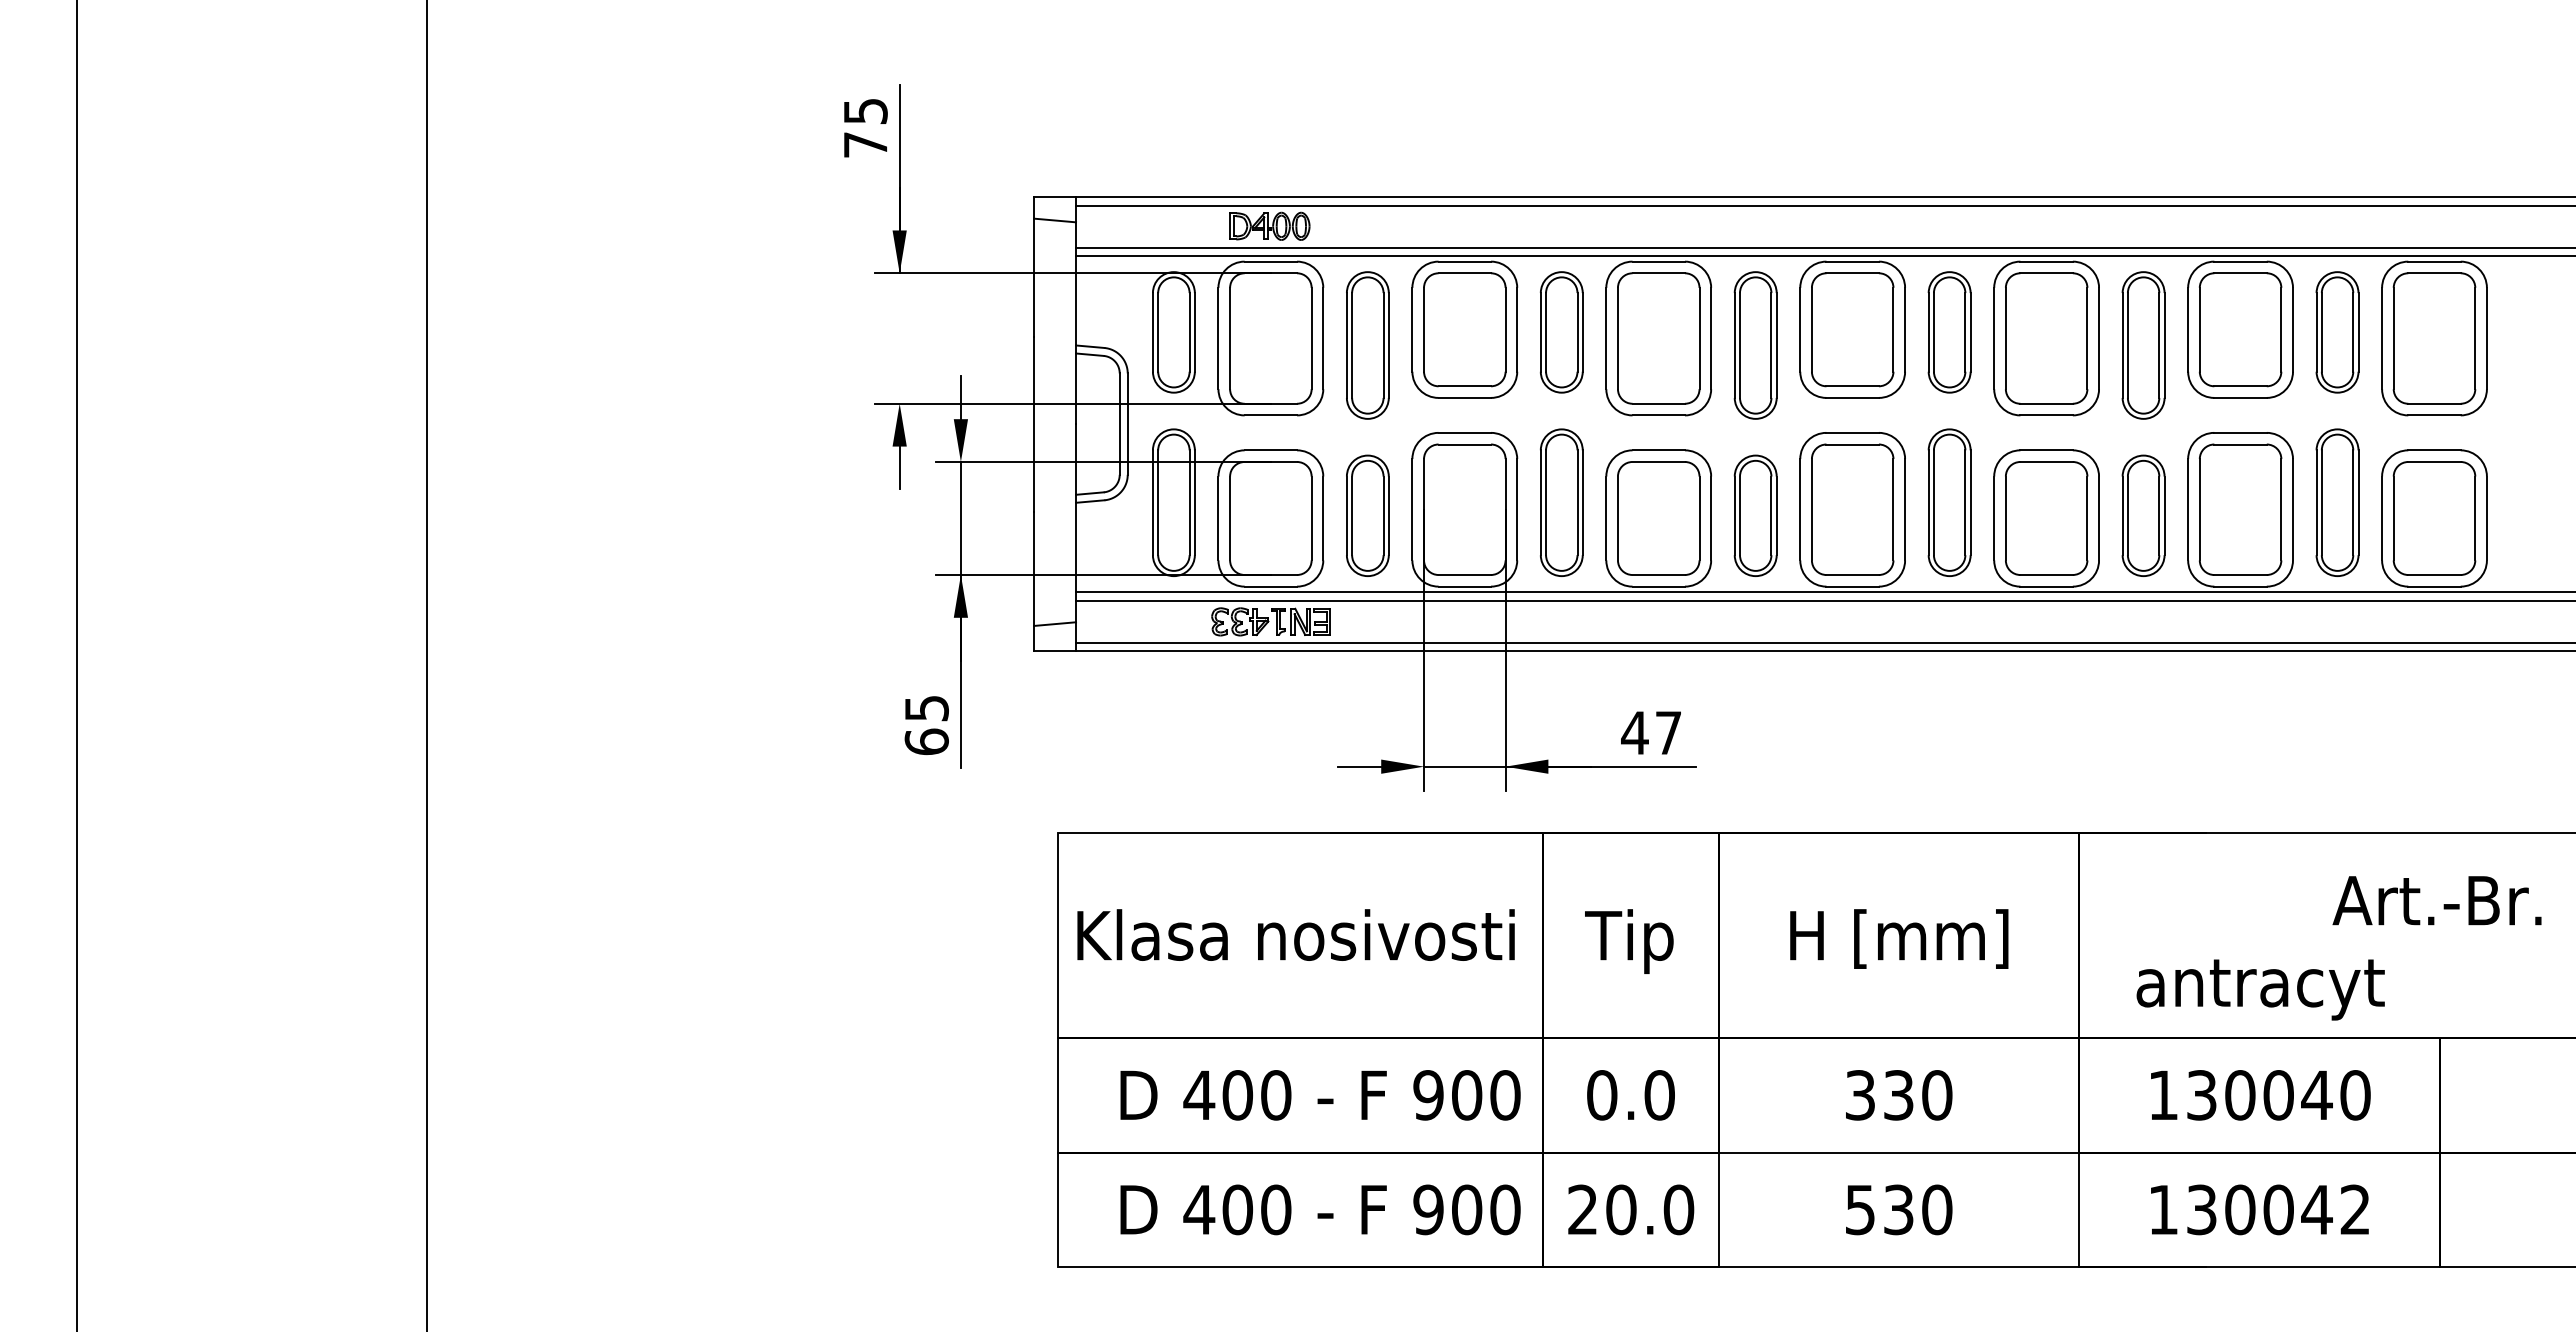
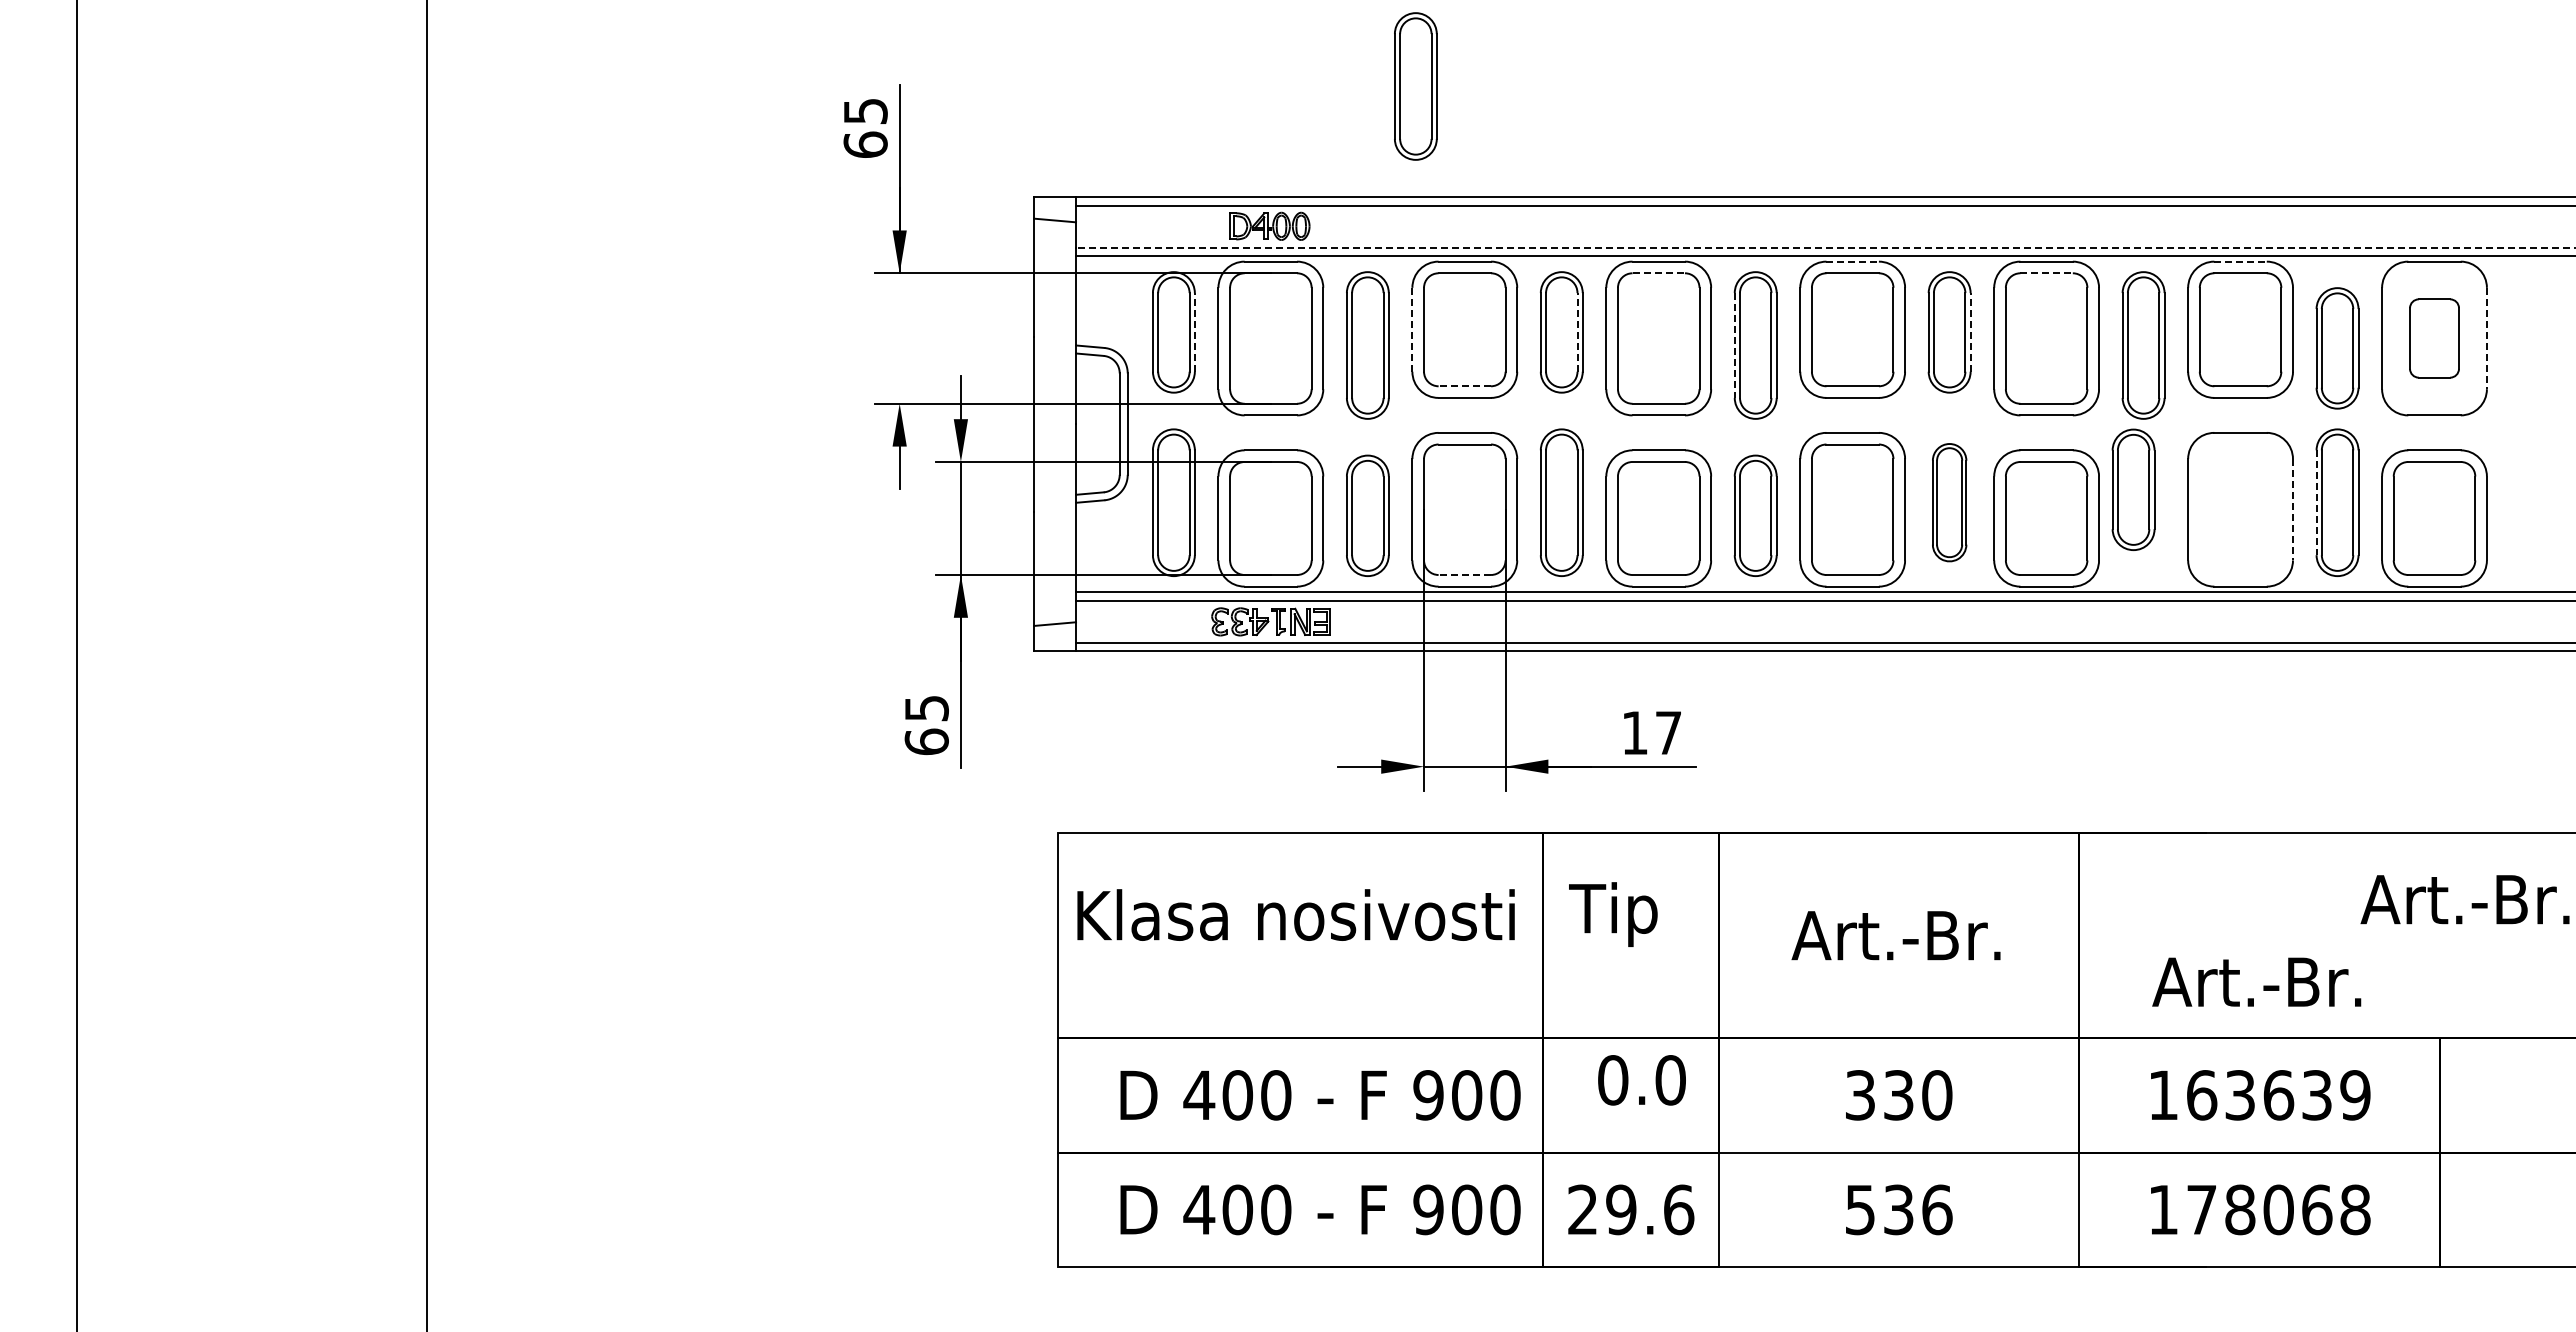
part at (1415, 86): none -> present
text at (865, 144): 75 -> 65
line at (1825, 247): solid -> dashed
line at (1853, 261): solid -> dashed
line at (2241, 261): solid -> dashed
line at (1659, 273): solid -> dashed
line at (2047, 273): solid -> dashed
line at (1412, 329): solid -> dashed
line at (1194, 331): solid -> dashed
line at (1577, 331): solid -> dashed
line at (1970, 331): solid -> dashed
part at (2337, 332) position: (2337, 332) -> (2337, 348)
part at (2434, 338) size: 85x133 px -> 51x81 px
line at (2486, 338): solid -> dashed
line at (1734, 346): solid -> dashed
line at (1464, 386): solid -> dashed
part at (1949, 502) size: 45x149 px -> 36x120 px
line at (2316, 503): solid -> dashed
part at (2240, 509): present -> none
line at (2292, 509): solid -> dashed
part at (2143, 515) position: (2143, 515) -> (2133, 489)
line at (1464, 575): solid -> dashed
text at (1634, 732): 47 -> 17
text at (2436, 900) position: (2436, 900) -> (2464, 899)
text at (1295, 934) position: (1295, 934) -> (1295, 914)
text at (1899, 938): H [mm] -> Art.-Br.
text at (1629, 941) position: (1629, 941) -> (1613, 914)
text at (2260, 988): antracyt -> Art.-Br.
text at (1630, 1095) position: (1630, 1095) -> (1641, 1080)
text at (2278, 1095): 130040 -> 163639
text at (1650, 1209): 20.0 -> 29.6
text at (1937, 1209): 530 -> 536
text at (2278, 1209): 130042 -> 178068
